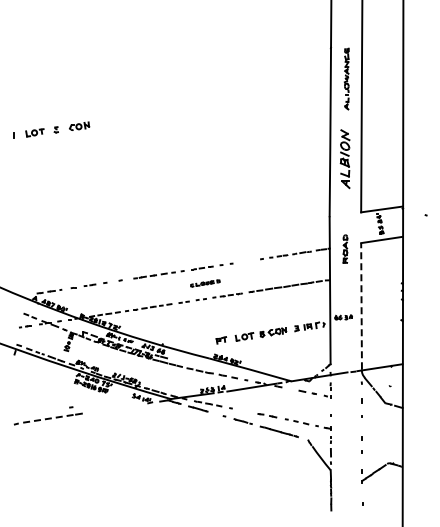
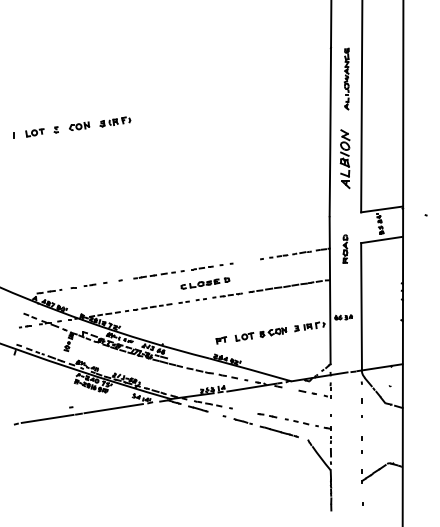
part at (115, 121): none -> present
part at (205, 283) size: 31x9 px -> 51x13 px
line at (361, 305): dashed -> solid
line at (113, 408): none -> present
line at (47, 419): dashed -> solid
